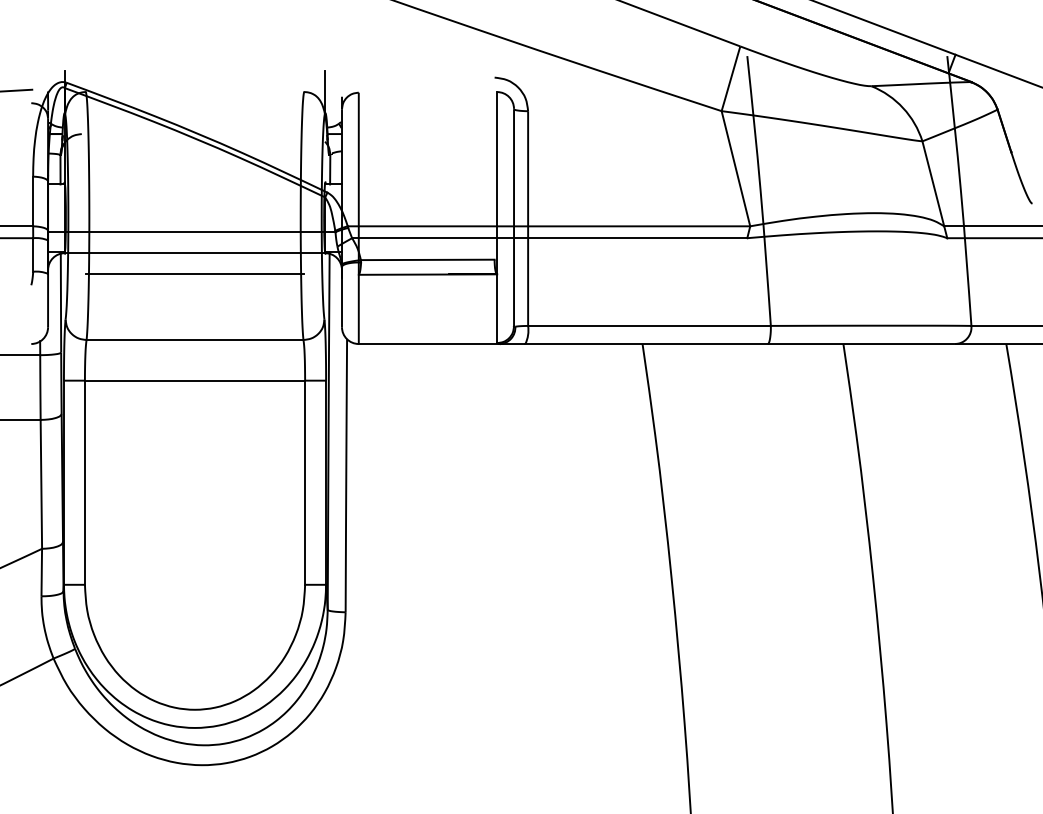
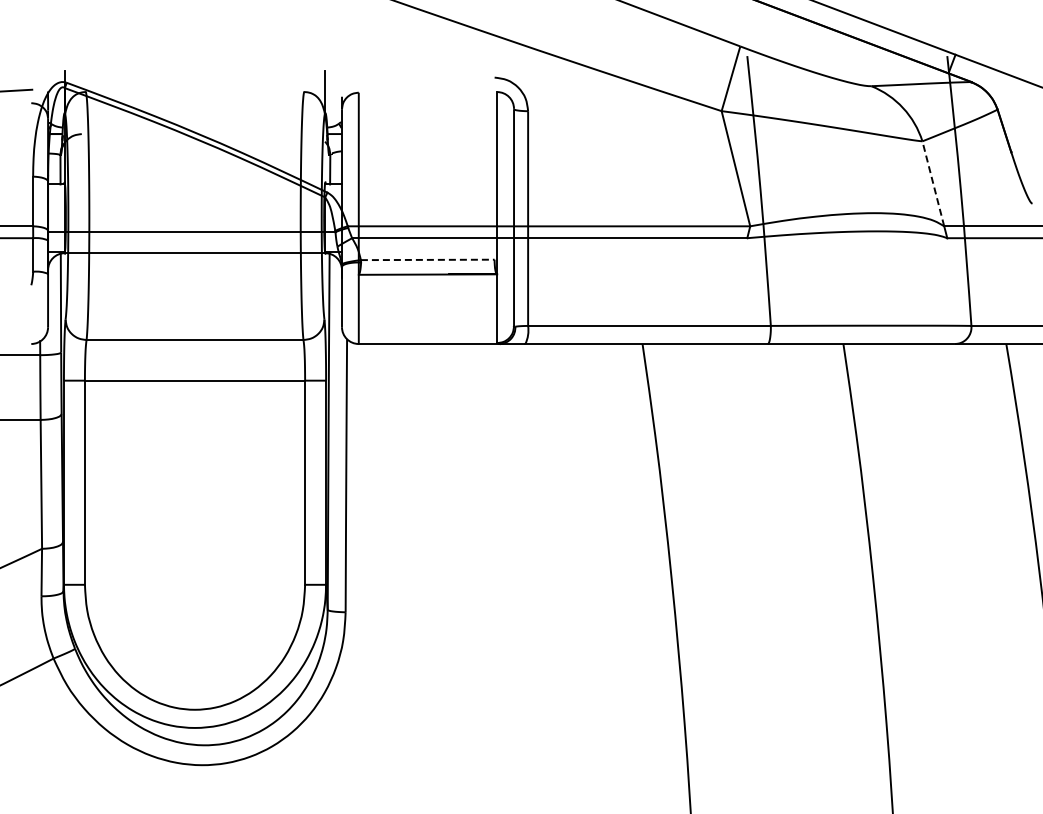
line at (933, 183): solid -> dashed
line at (427, 259): solid -> dashed
line at (194, 274): present -> none
